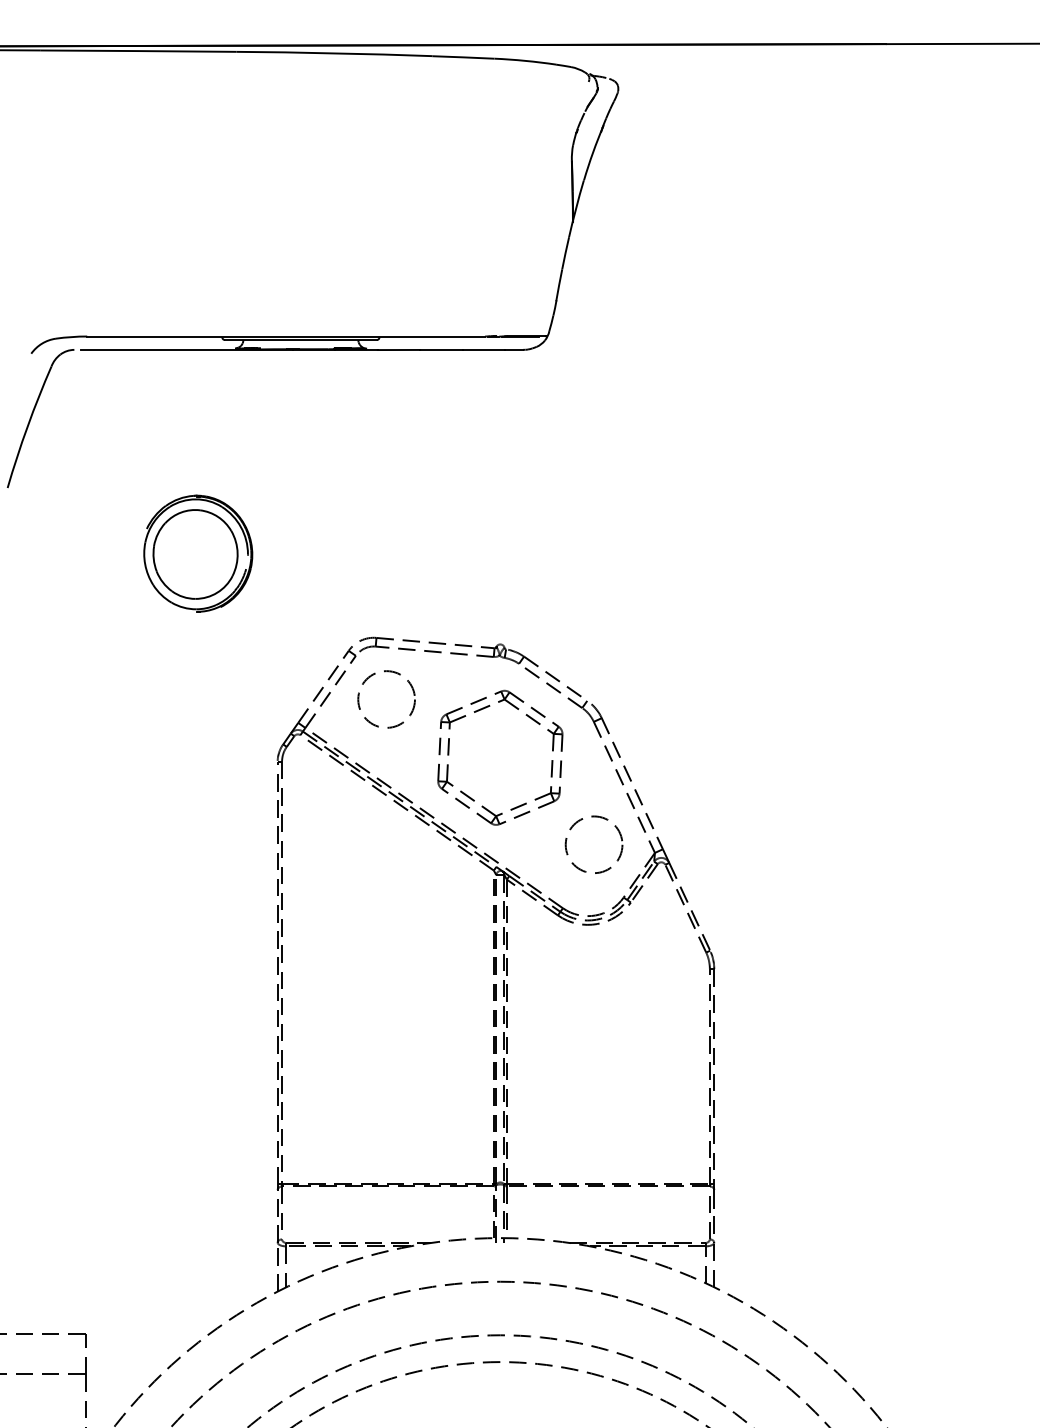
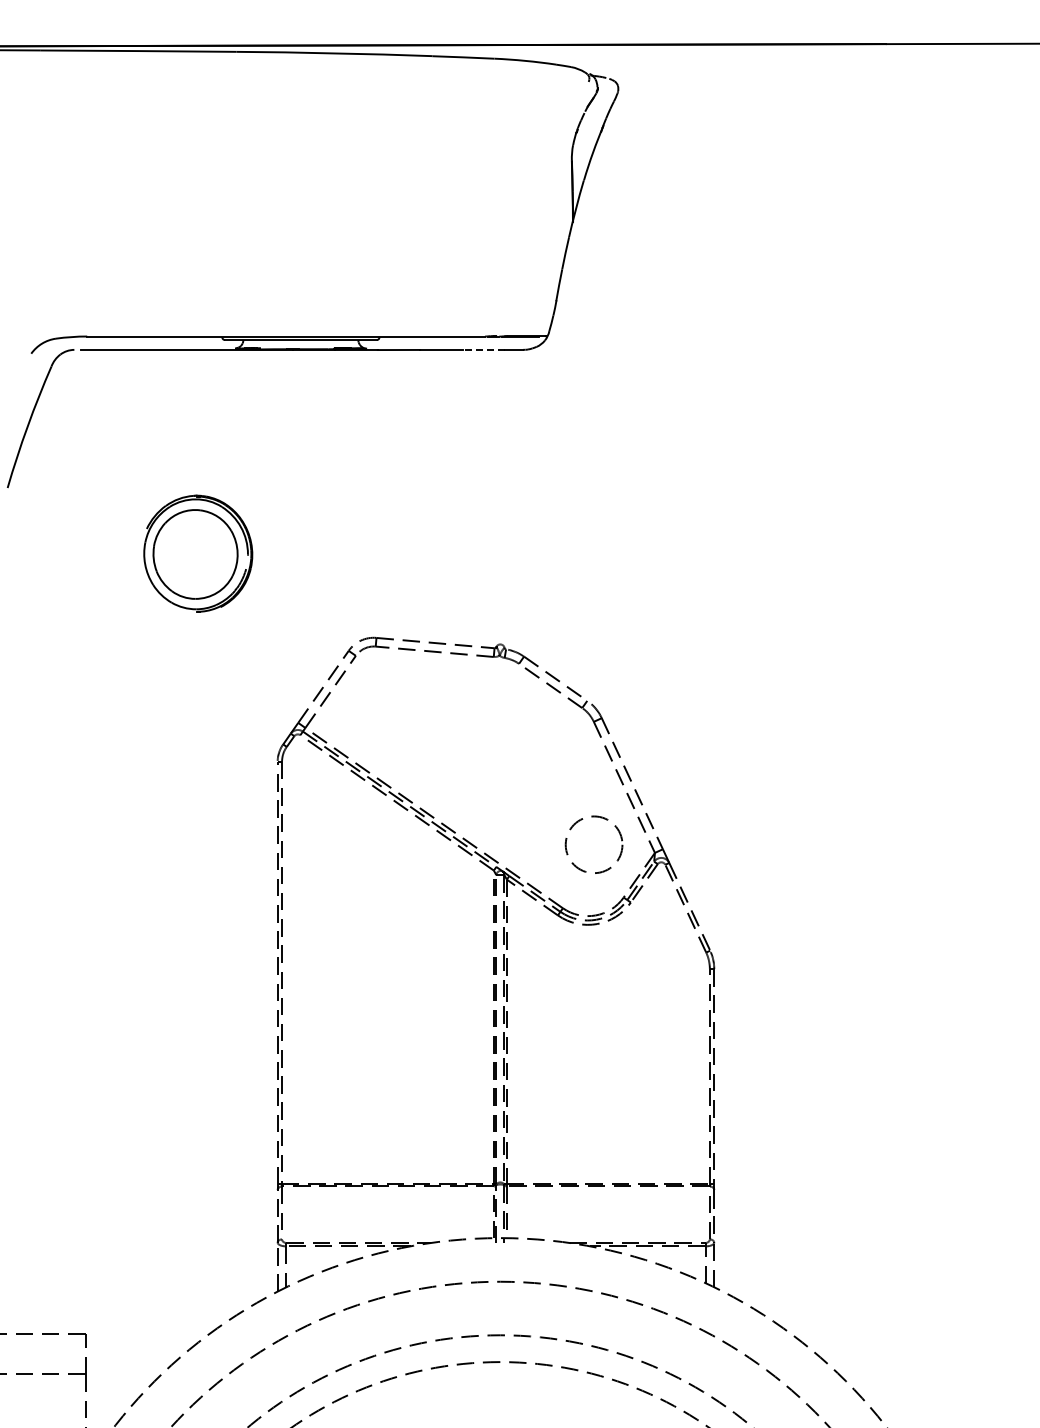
line at (483, 349): solid -> dashed
circle at (386, 699): present -> none
part at (529, 718): present -> none
